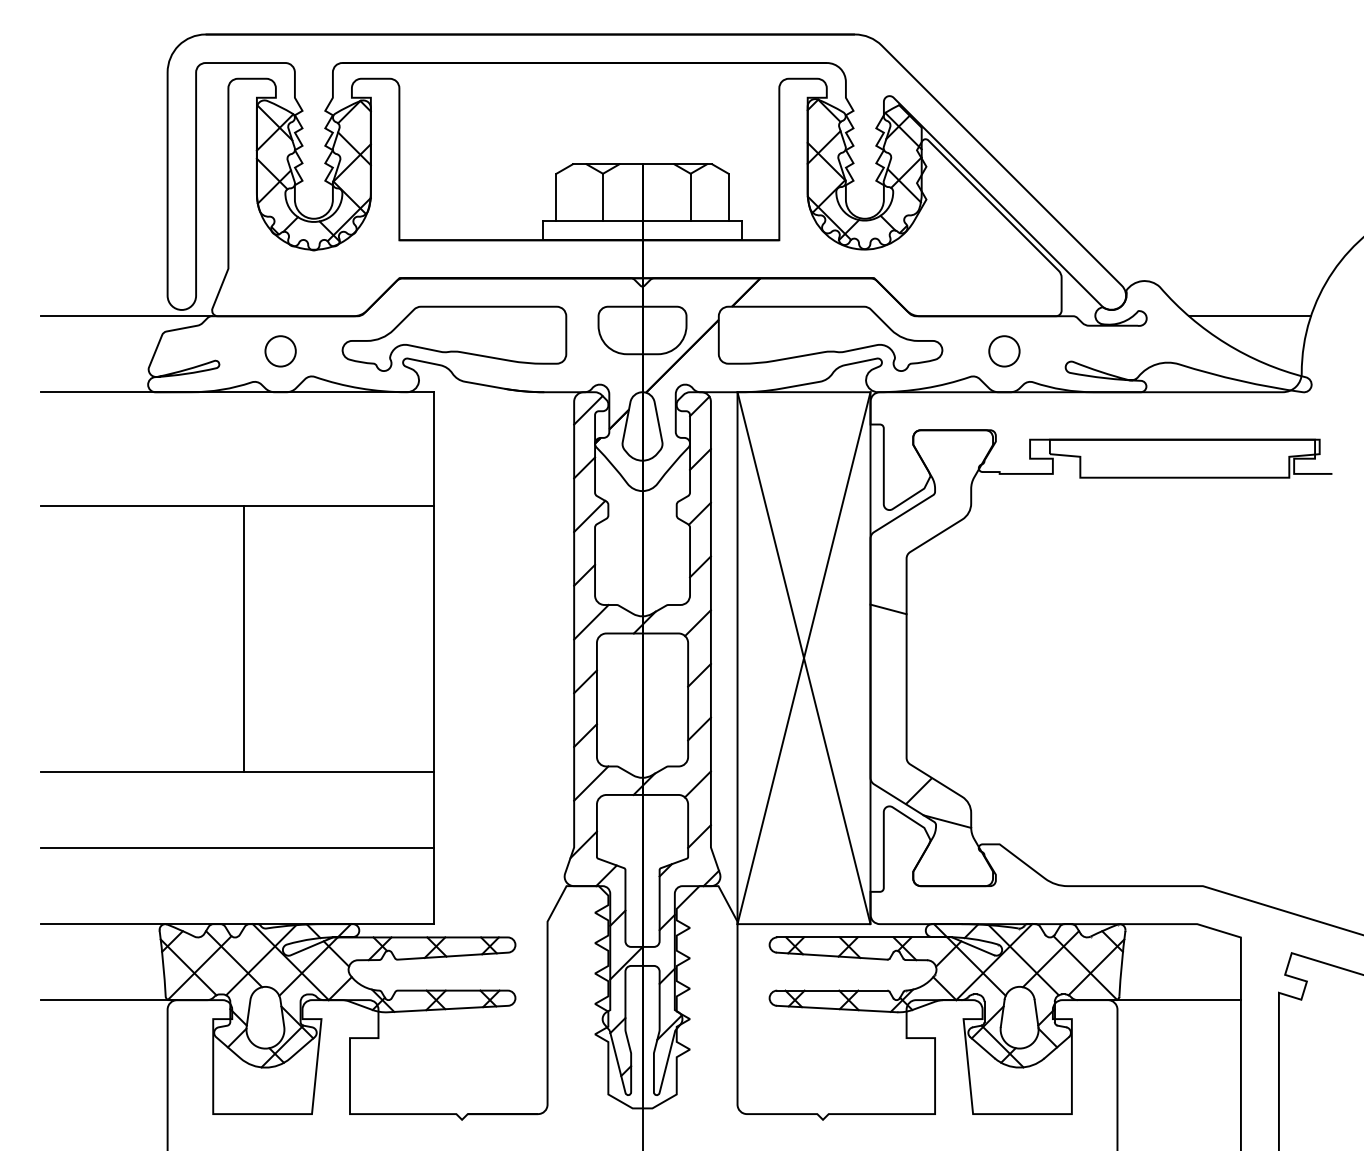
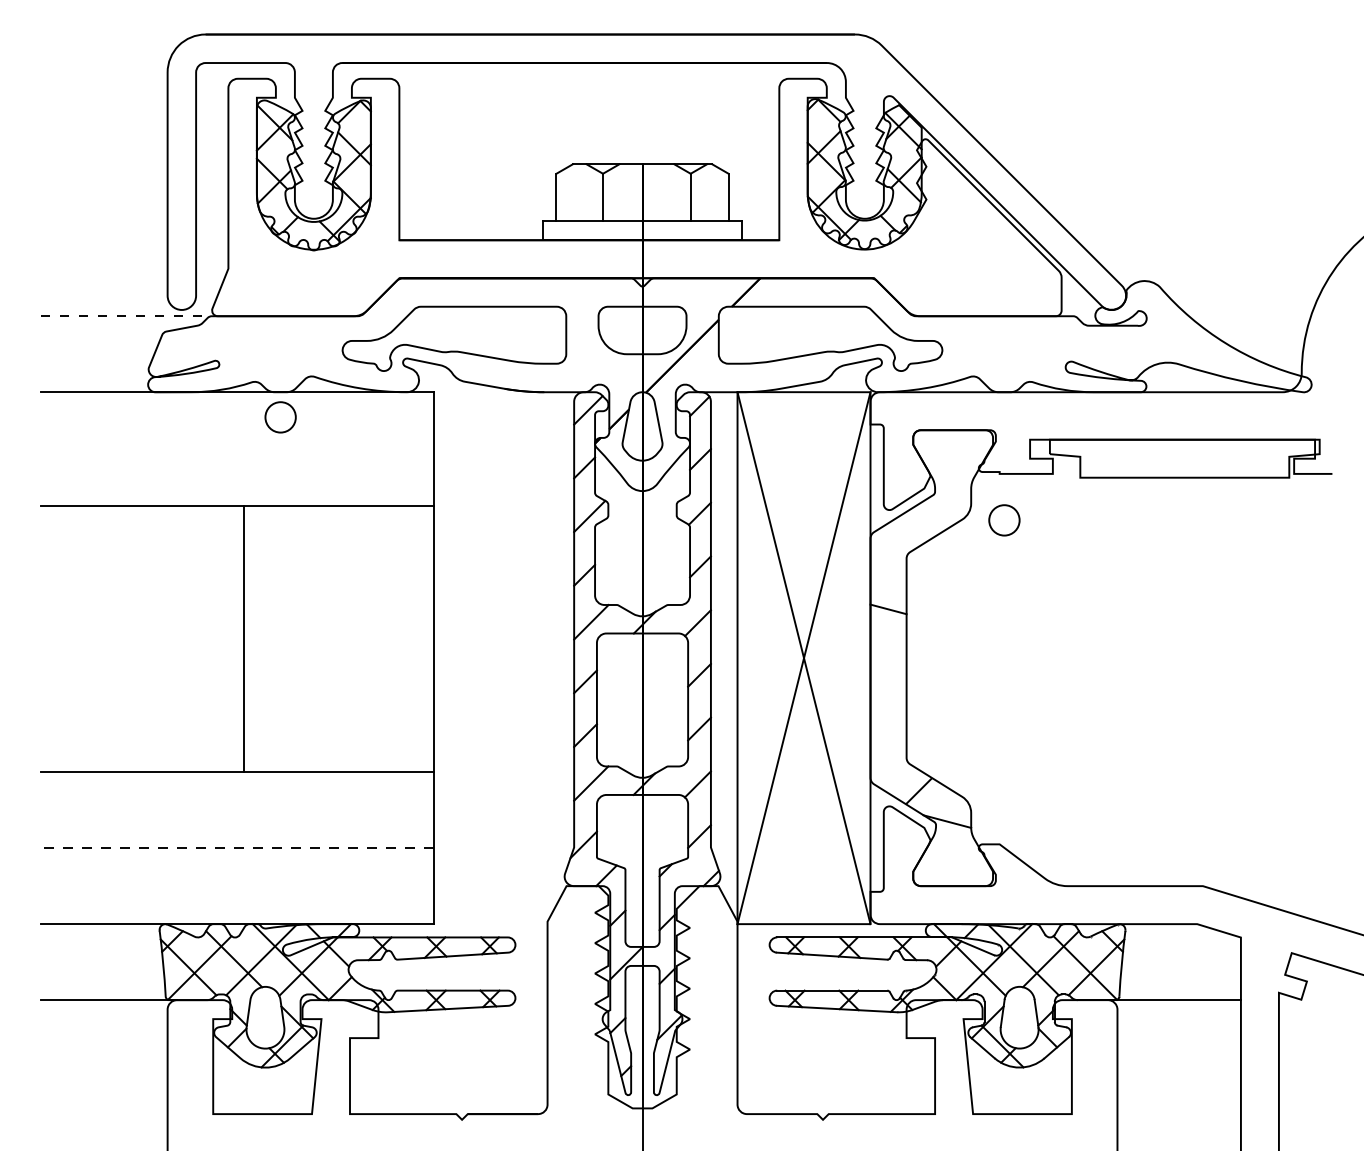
line at (126, 316): solid -> dashed
line at (1249, 316): present -> none
circle at (280, 351) position: (280, 351) -> (280, 417)
circle at (1004, 351) position: (1004, 351) -> (1004, 520)
line at (236, 848): solid -> dashed
